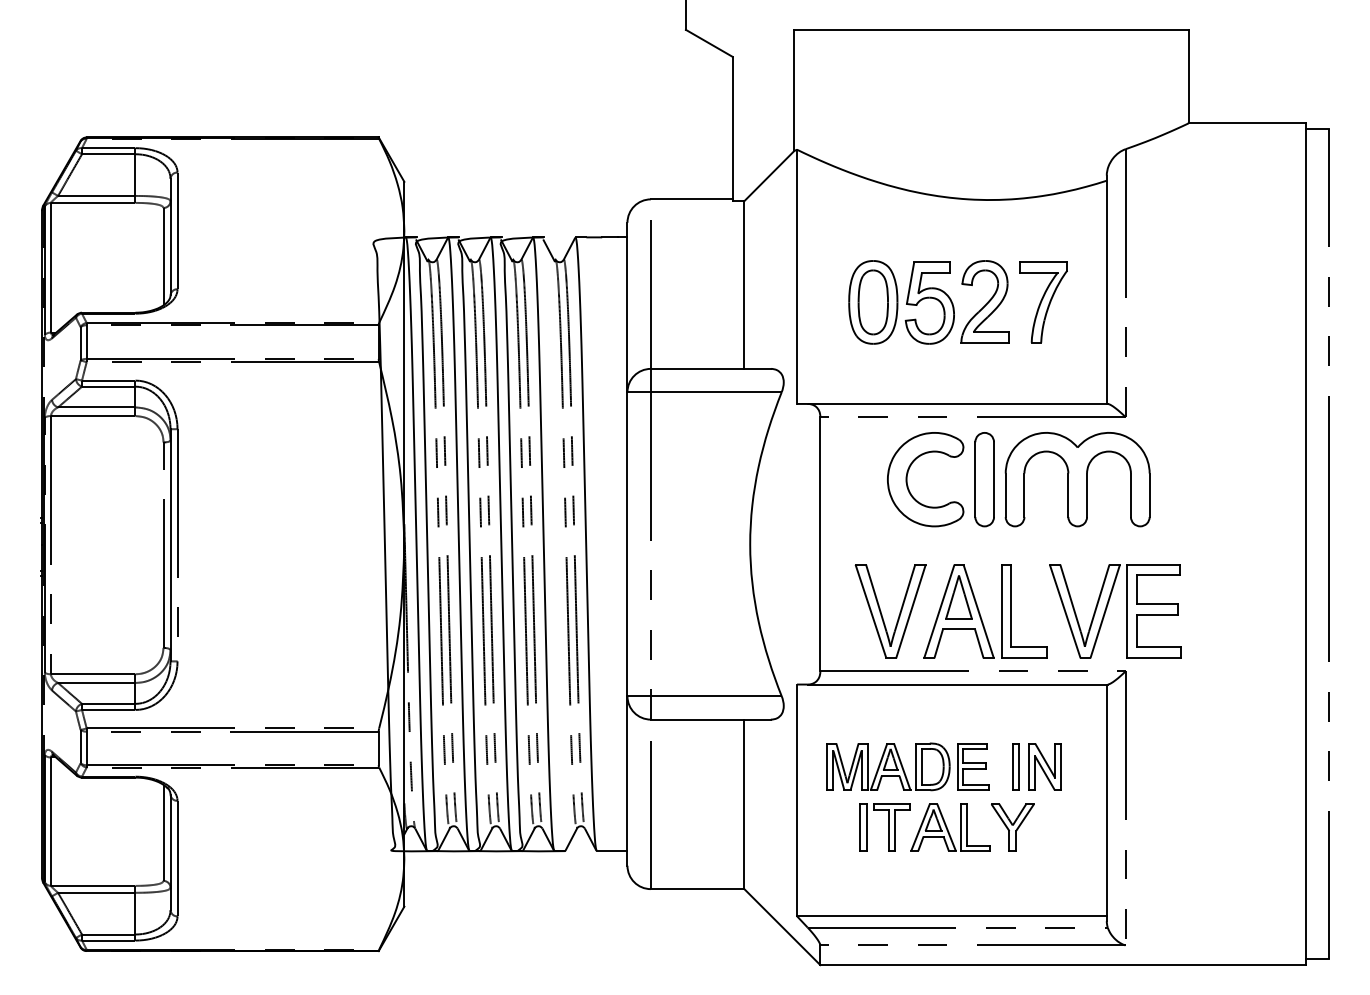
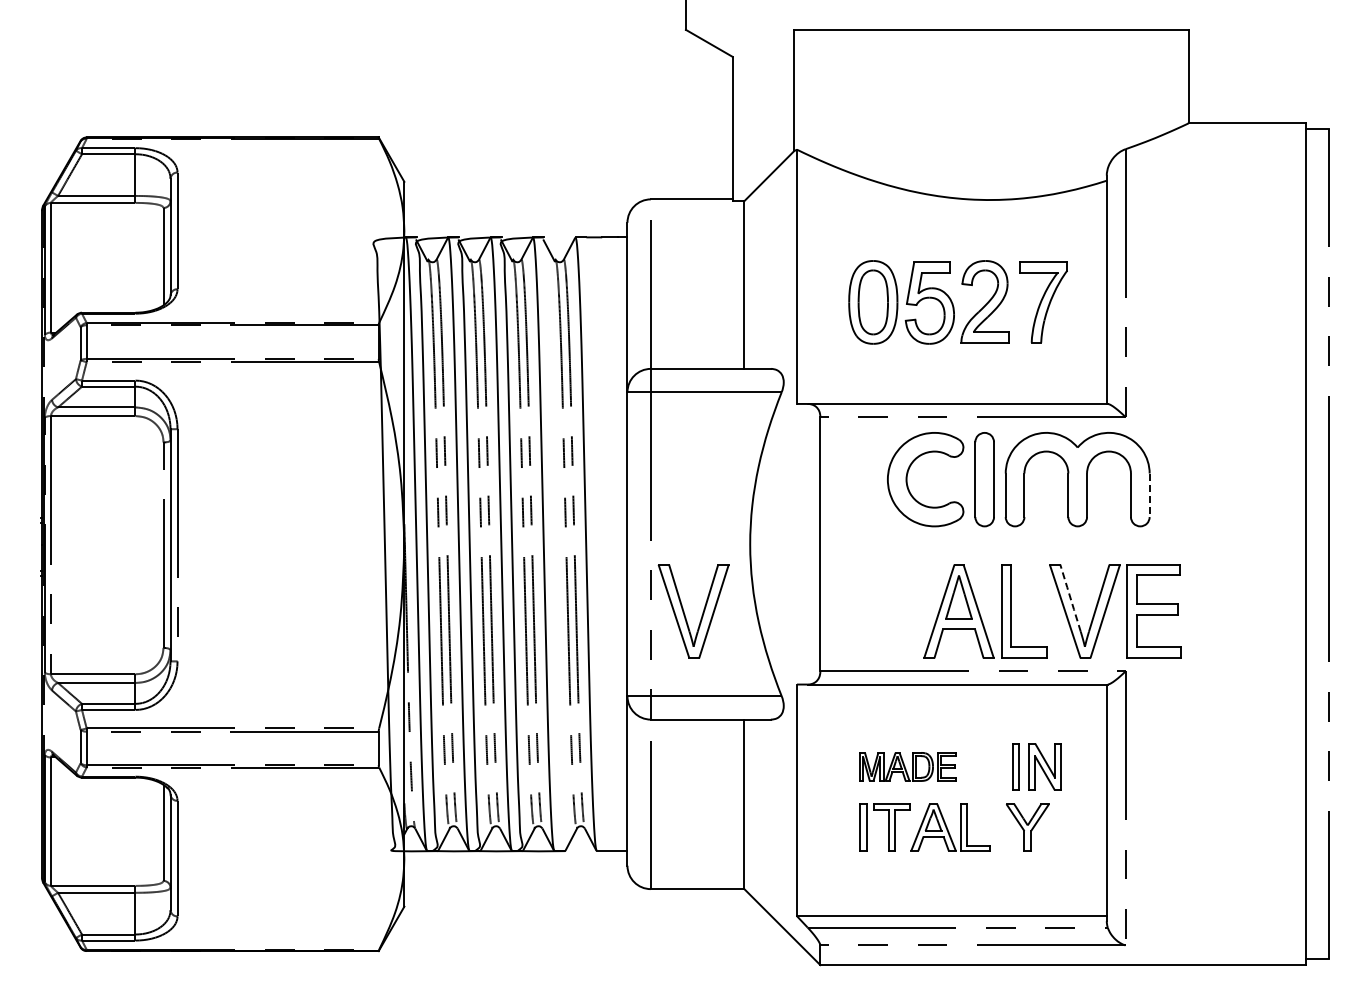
line at (1149, 495): solid -> dashed
line at (1070, 598): solid -> dashed
part at (882, 614) position: (882, 614) -> (685, 614)
part at (907, 766) size: 164x50 px -> 98x30 px
part at (1012, 827) position: (1012, 827) -> (1027, 827)
